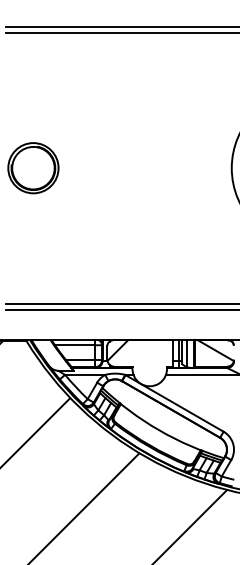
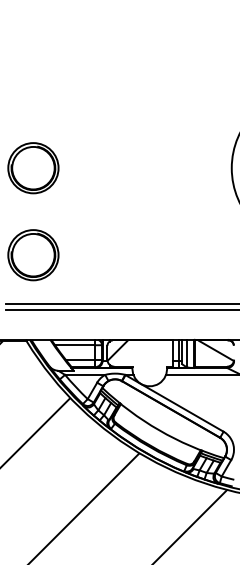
line at (121, 26): present -> none
line at (121, 32): present -> none
part at (33, 255): none -> present
